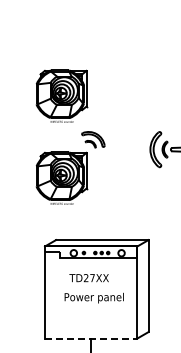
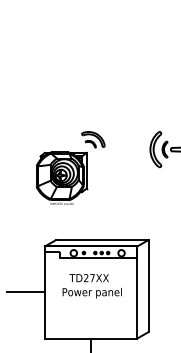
part at (61, 95): present -> none
line at (26, 292): none -> present
text at (93, 297) position: (93, 297) -> (91, 292)
line at (91, 338): dashed -> solid
